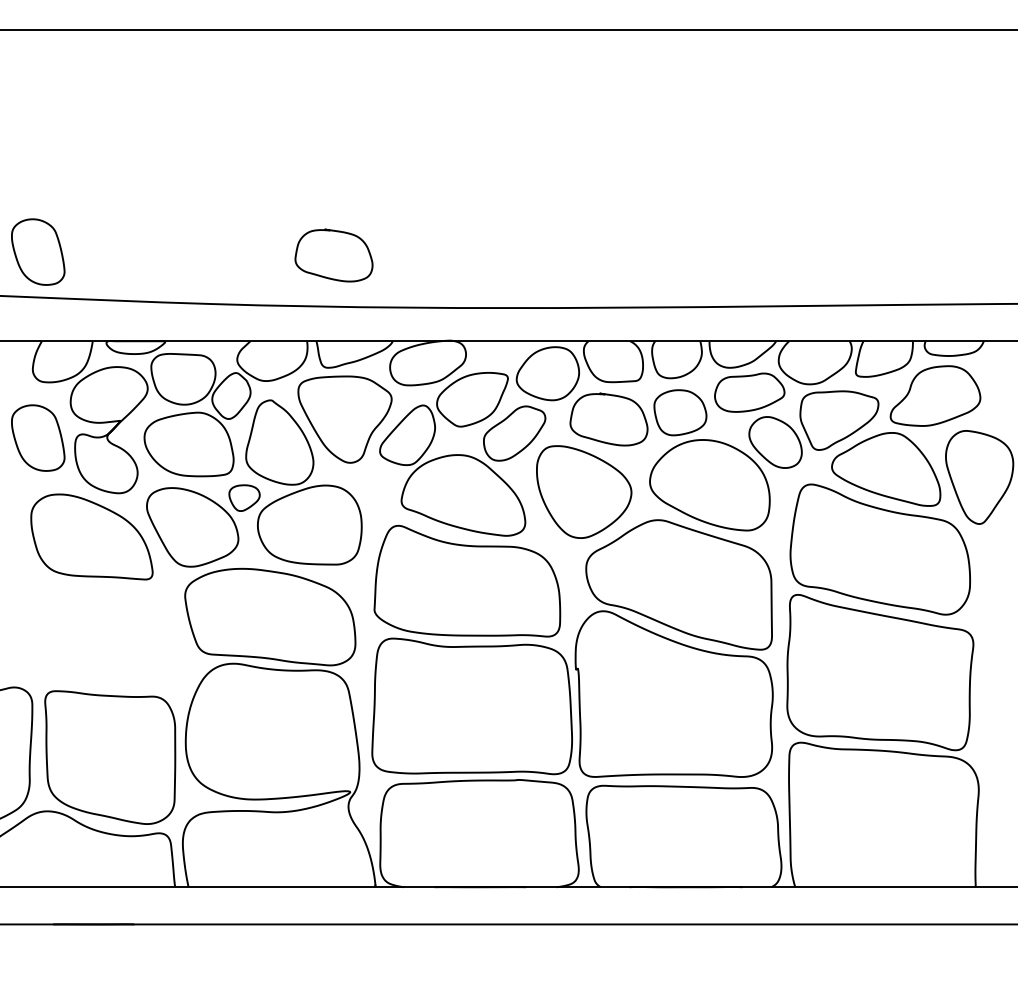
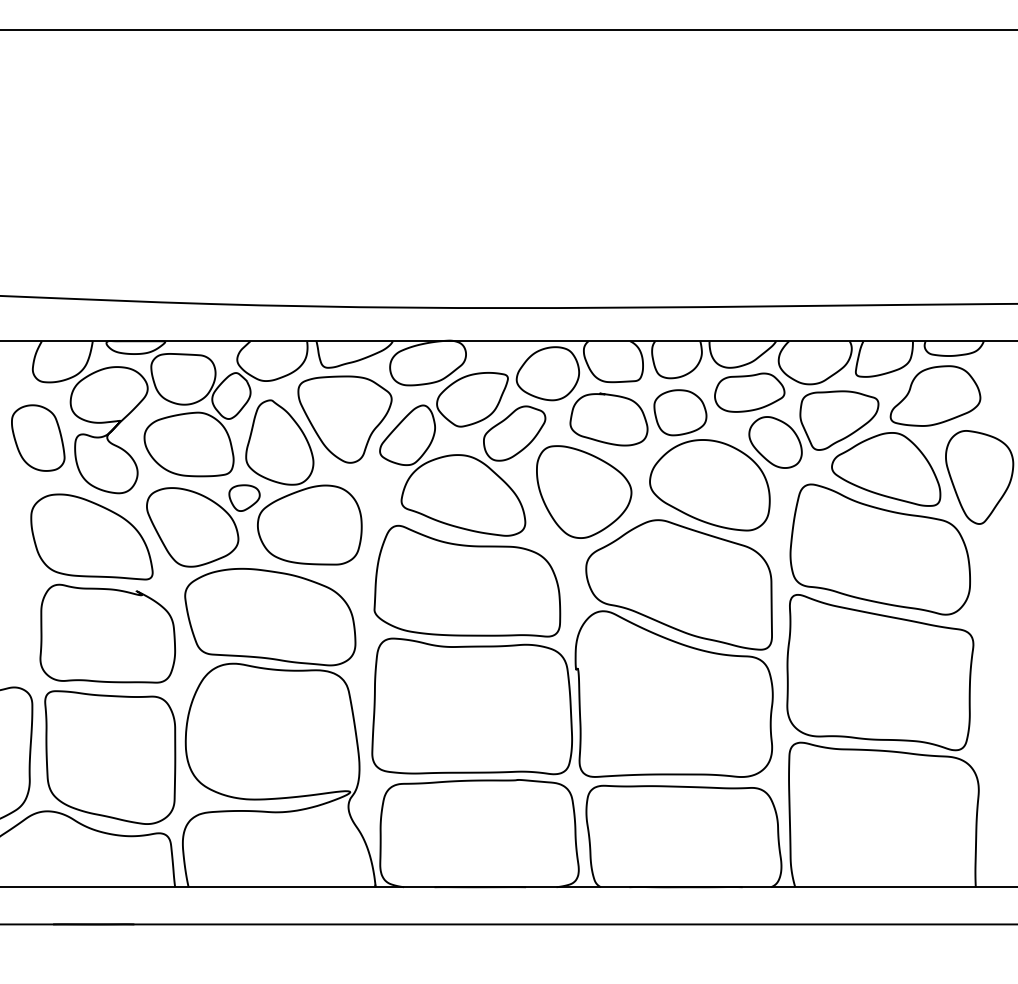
part at (38, 251): present -> none
part at (333, 255): present -> none
part at (107, 633): none -> present
